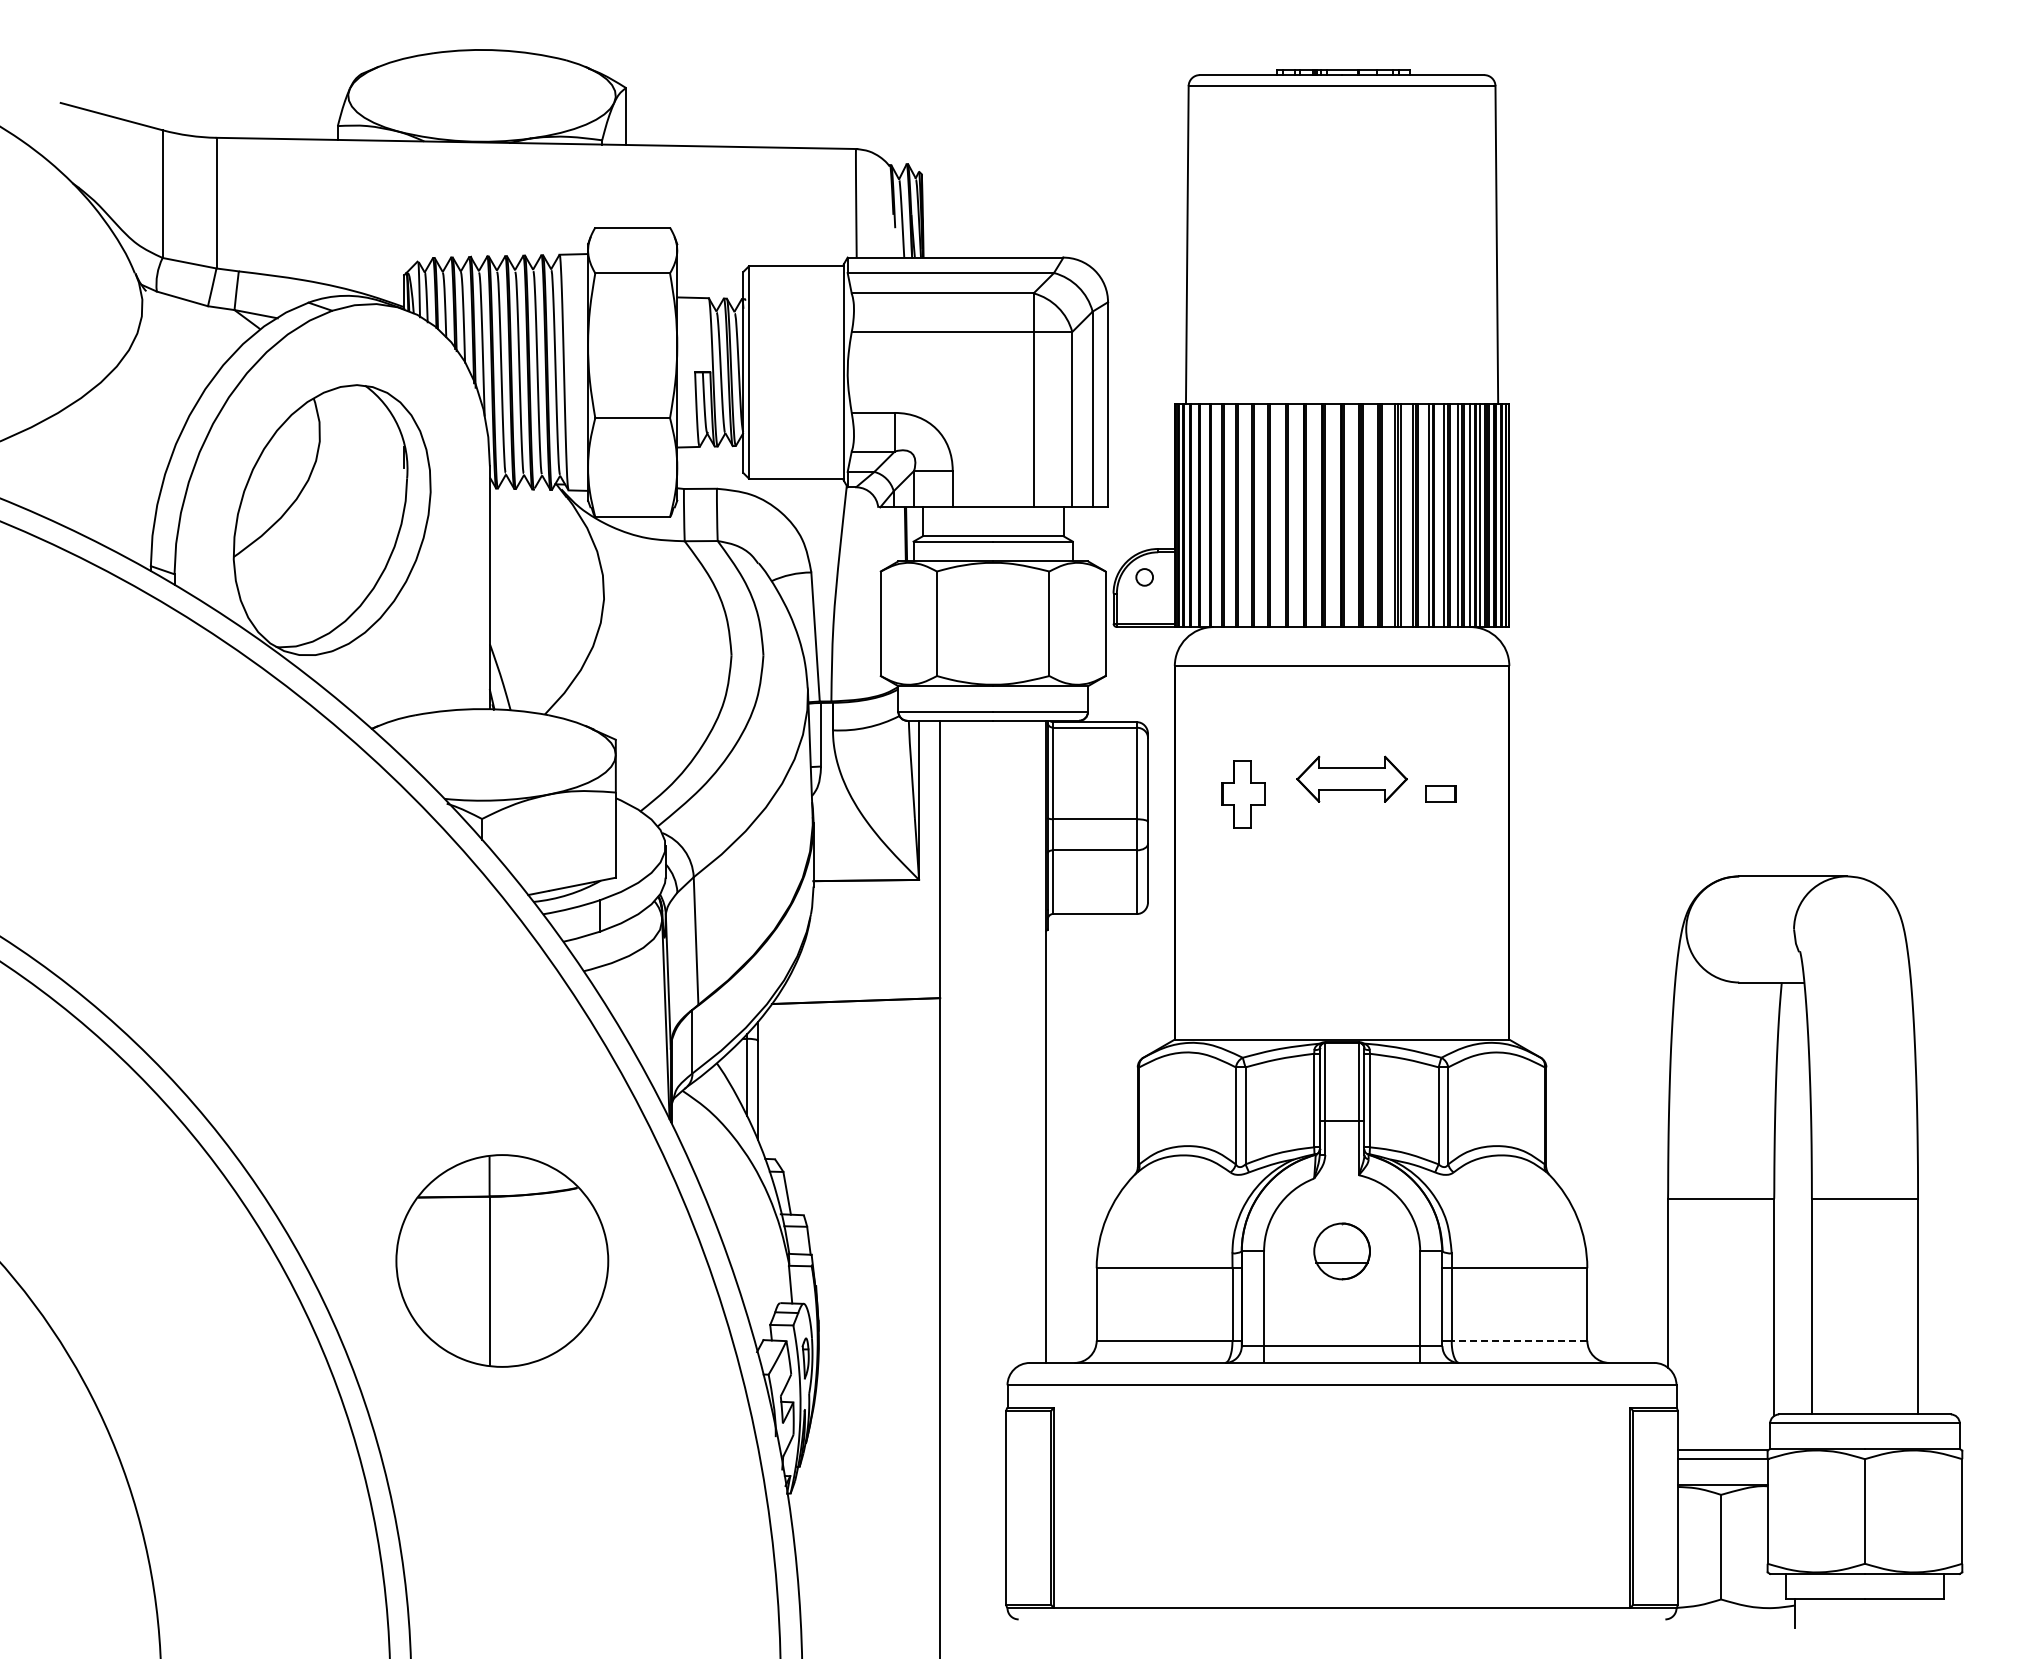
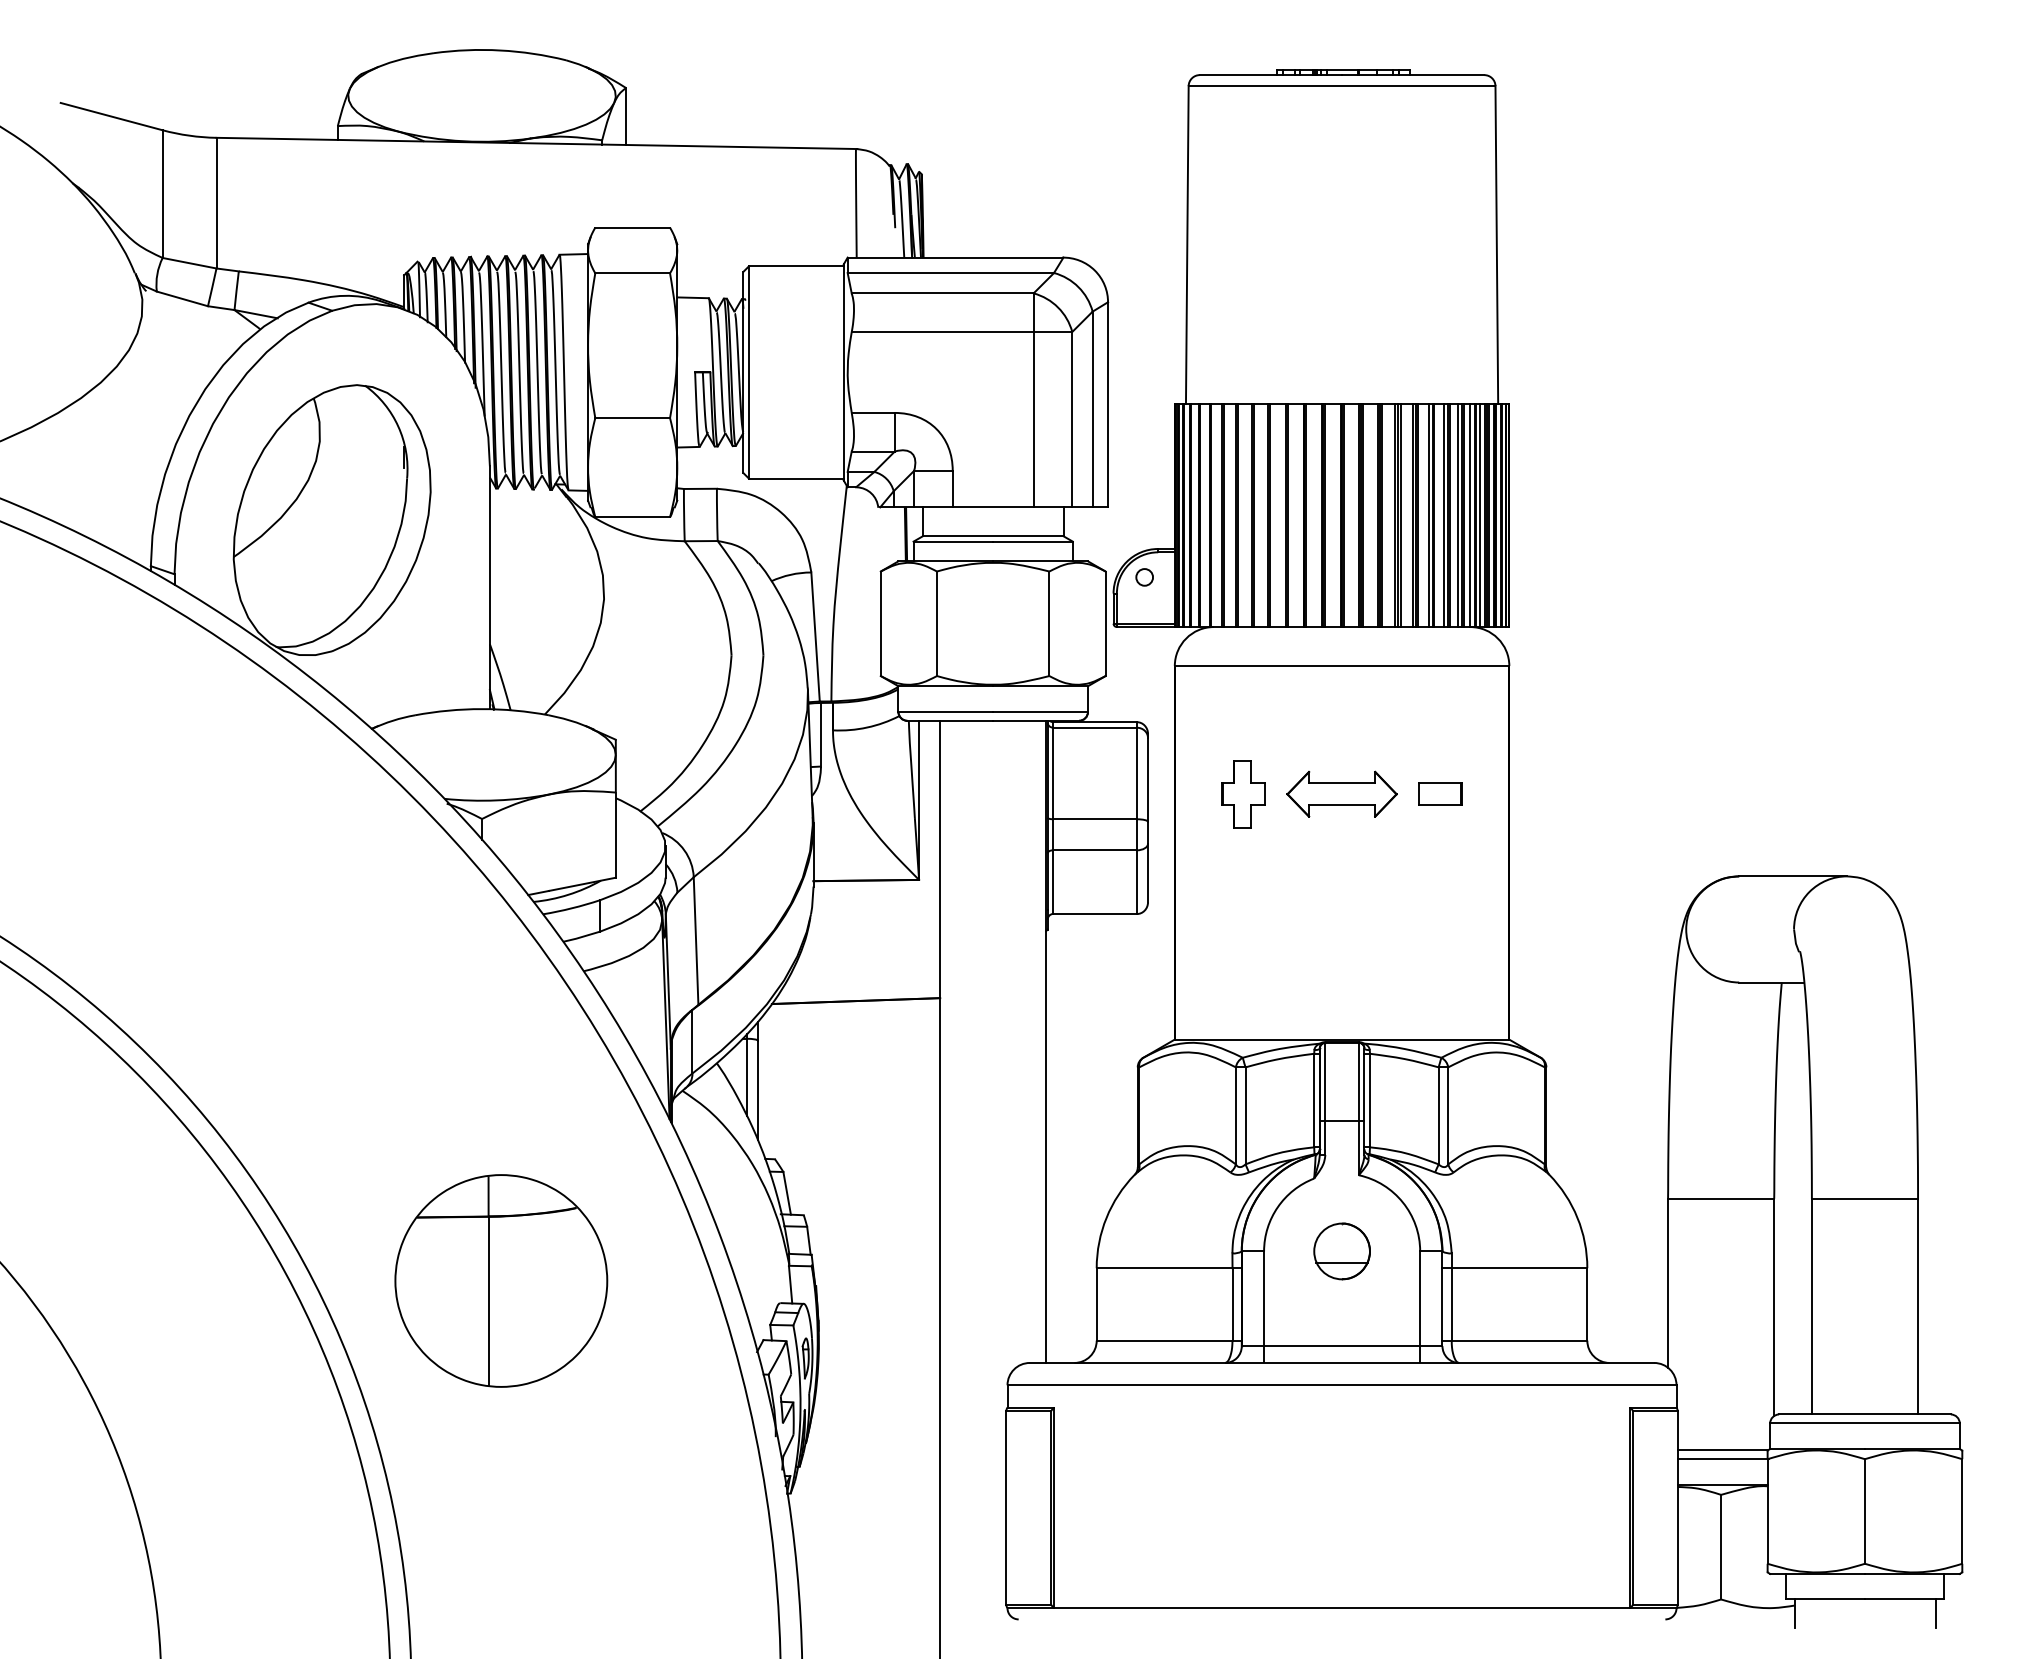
part at (1351, 778) position: (1351, 778) -> (1341, 793)
part at (1440, 793) size: 32x18 px -> 45x24 px
part at (502, 1260) position: (502, 1260) -> (501, 1280)
line at (1519, 1340): dashed -> solid
line at (1935, 1613): none -> present
